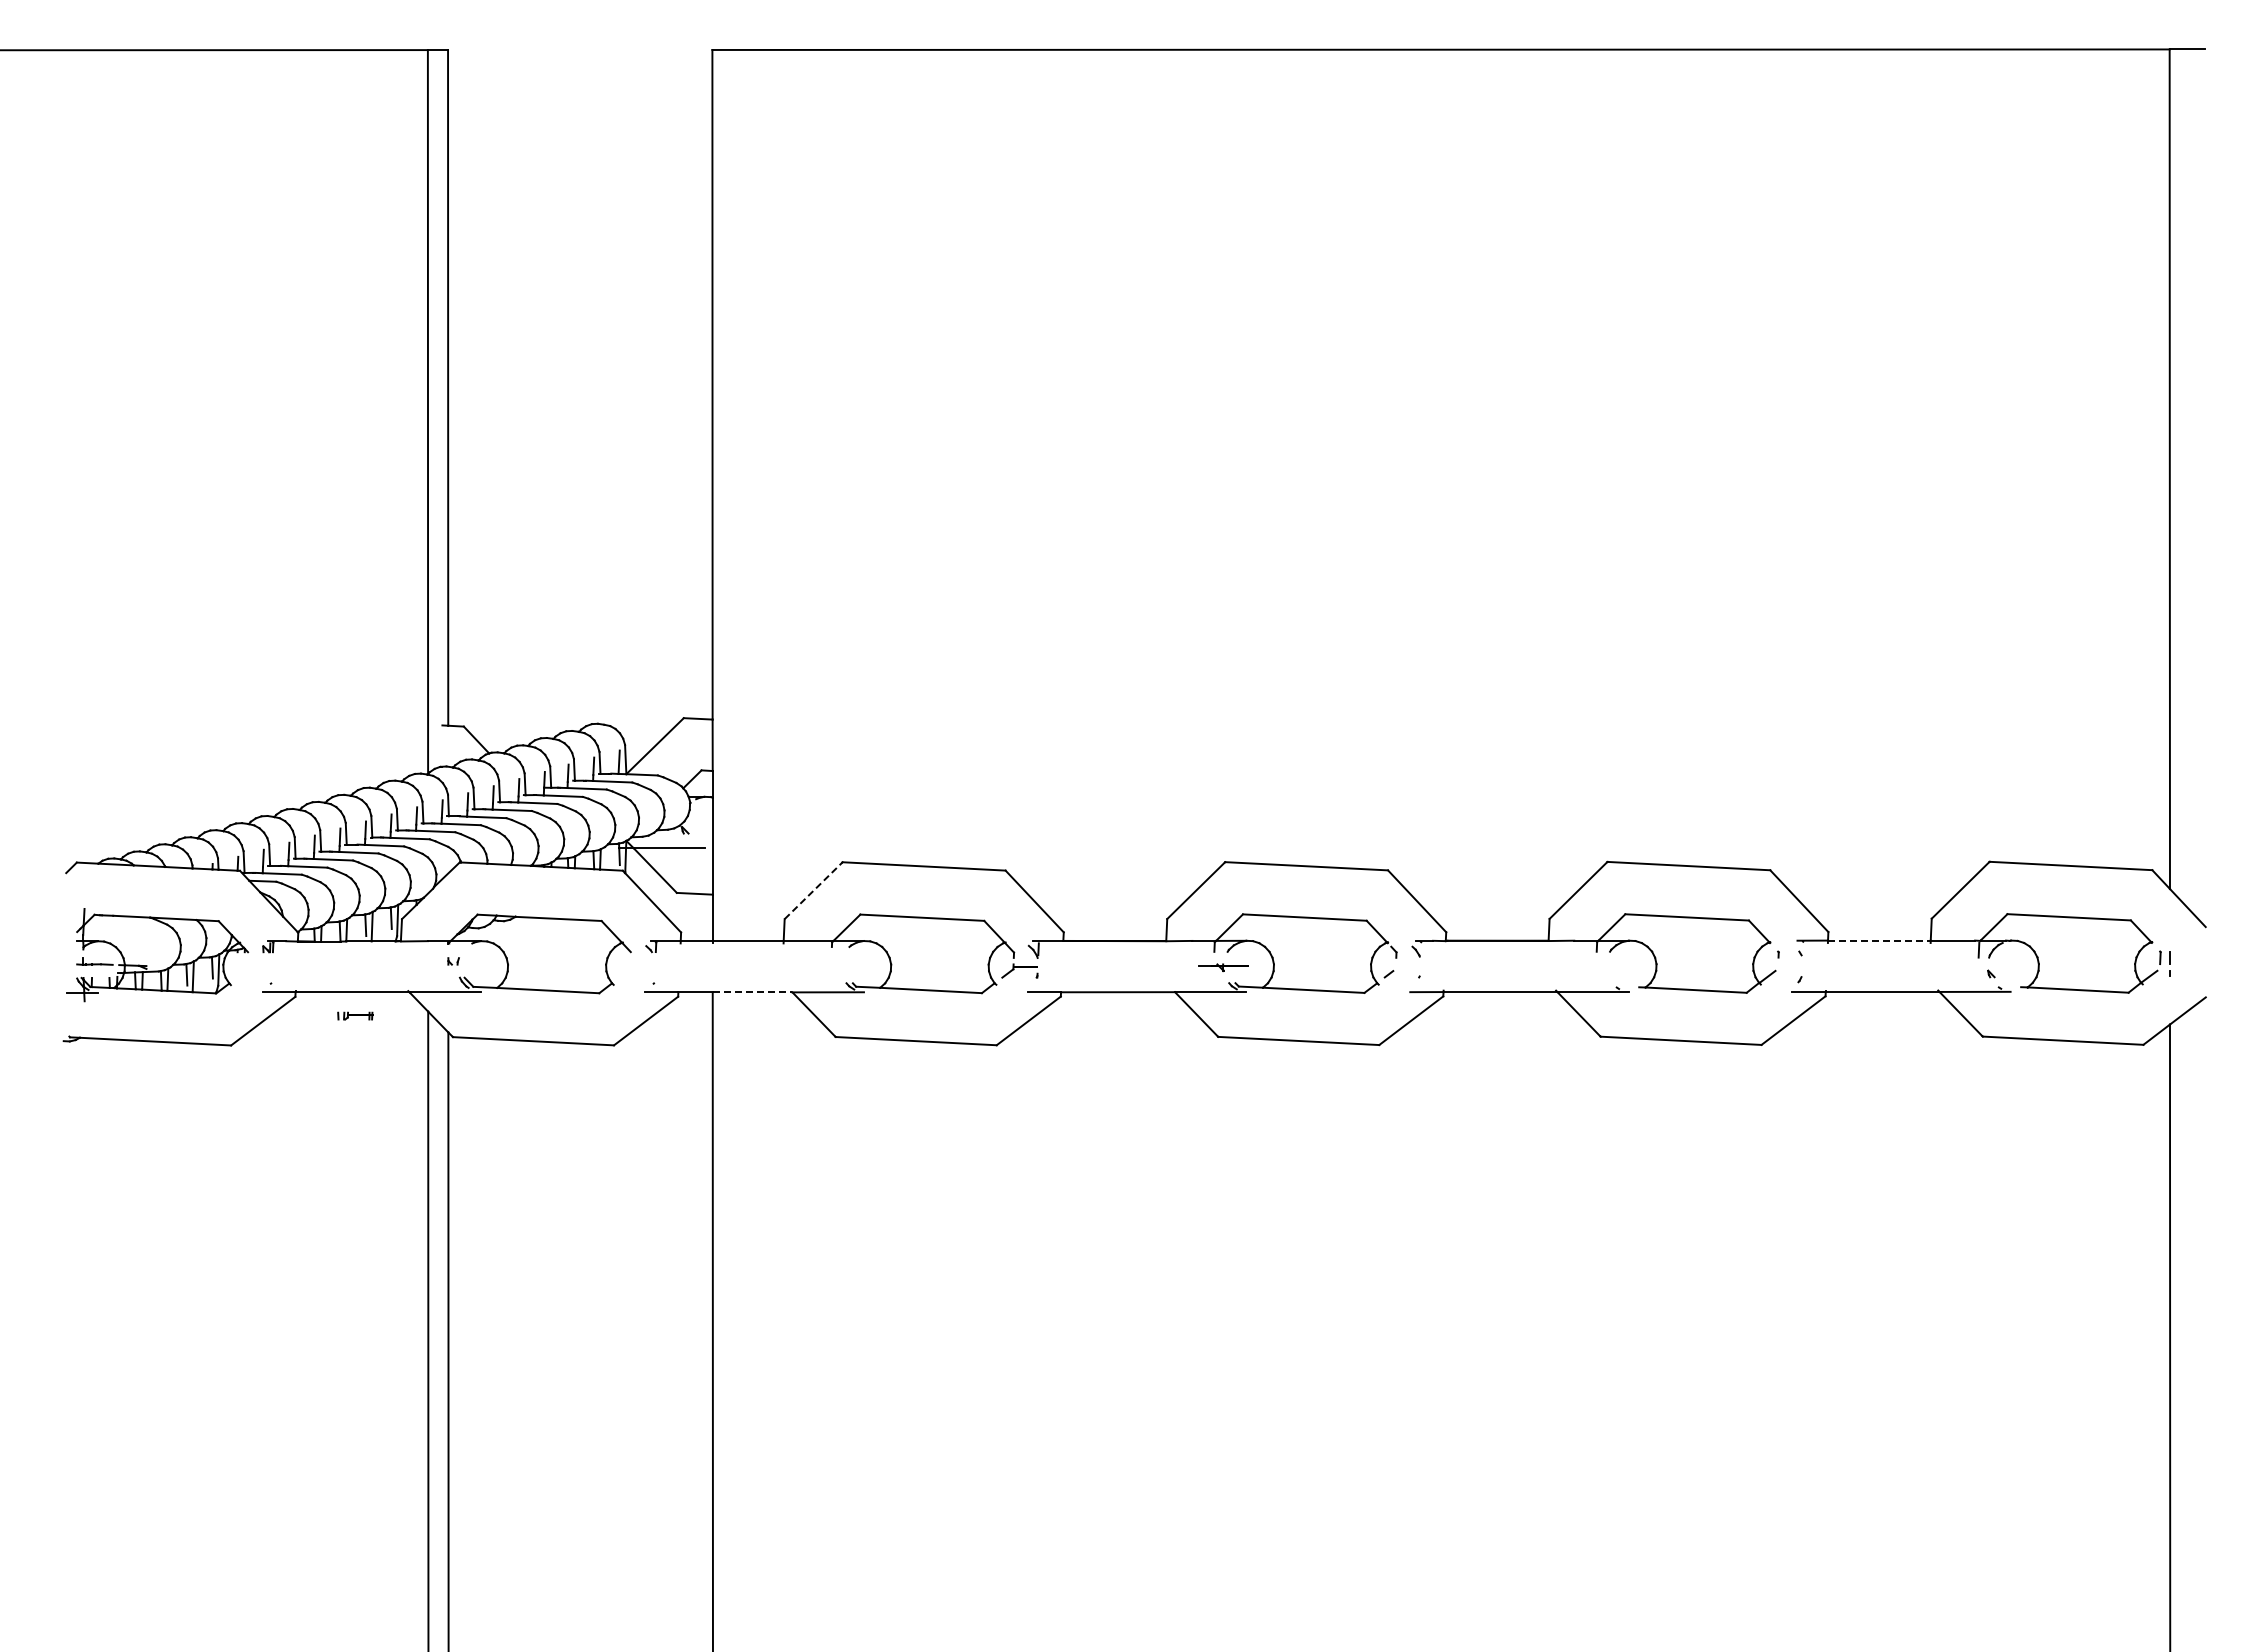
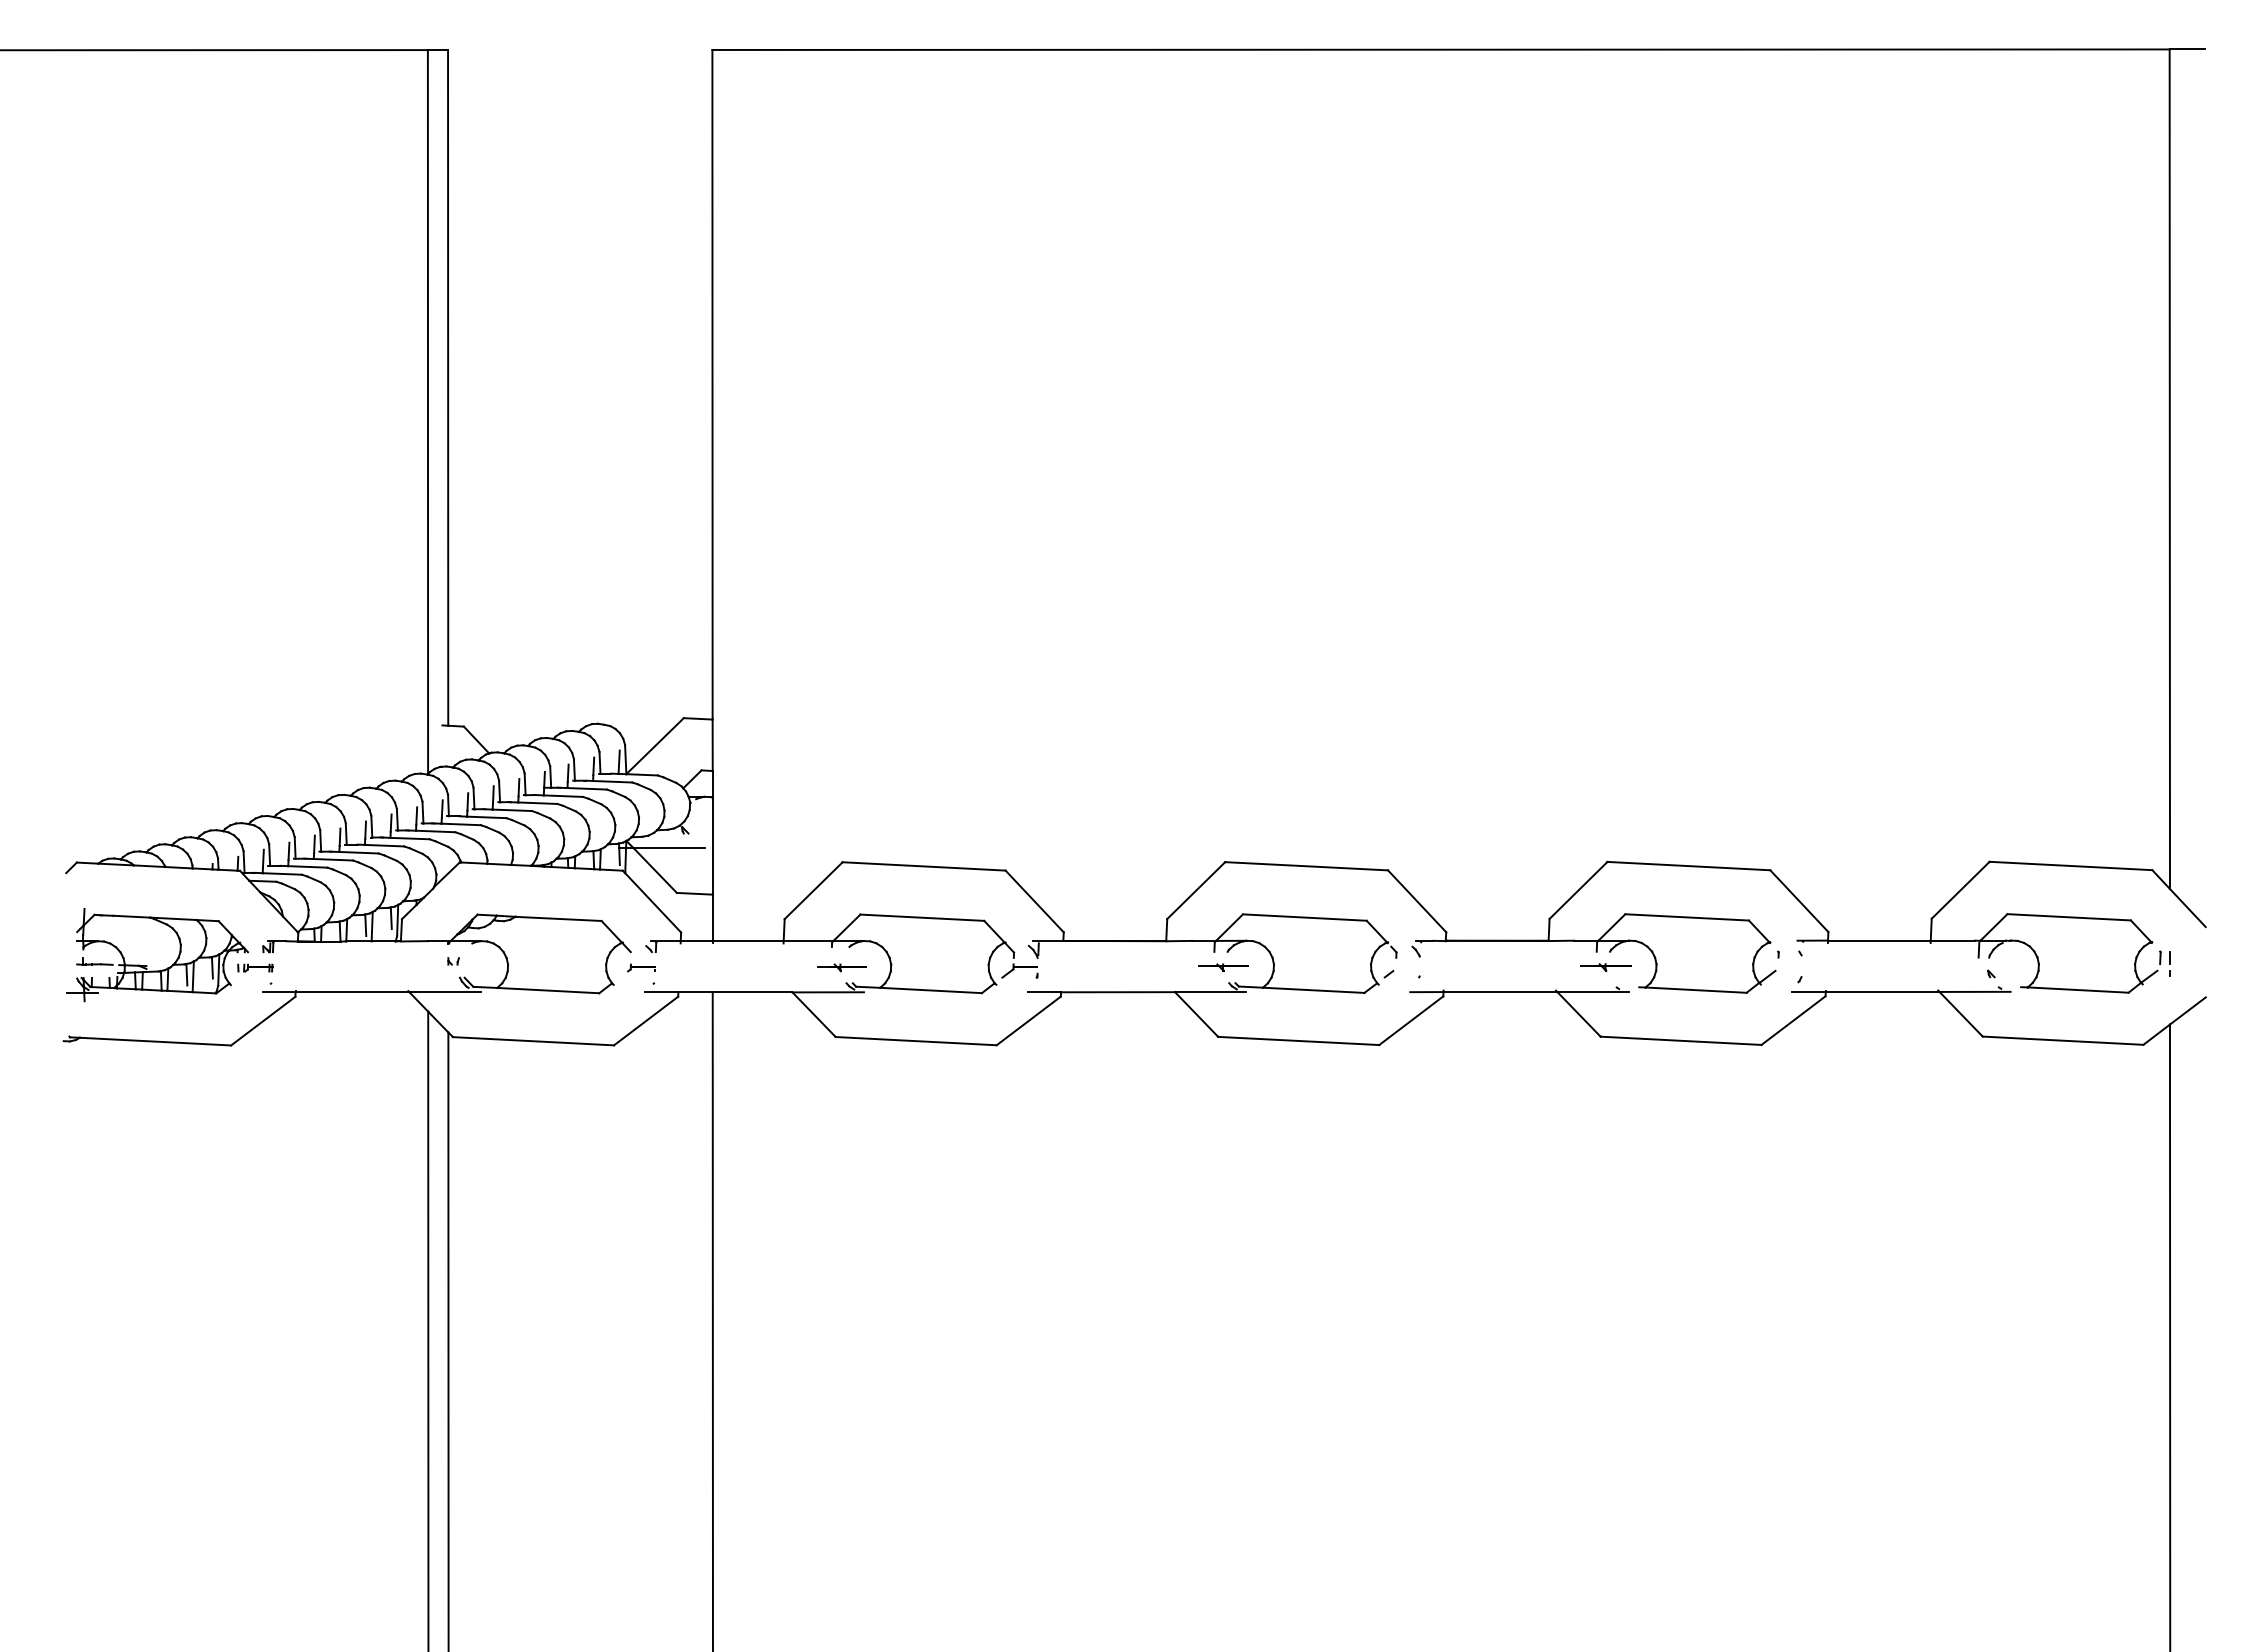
line at (813, 890): dashed -> solid
line at (1879, 940): dashed -> solid
part at (641, 967): none -> present
part at (841, 967): none -> present
part at (1605, 967): none -> present
line at (752, 992): dashed -> solid
part at (355, 1015) position: (355, 1015) -> (255, 967)
